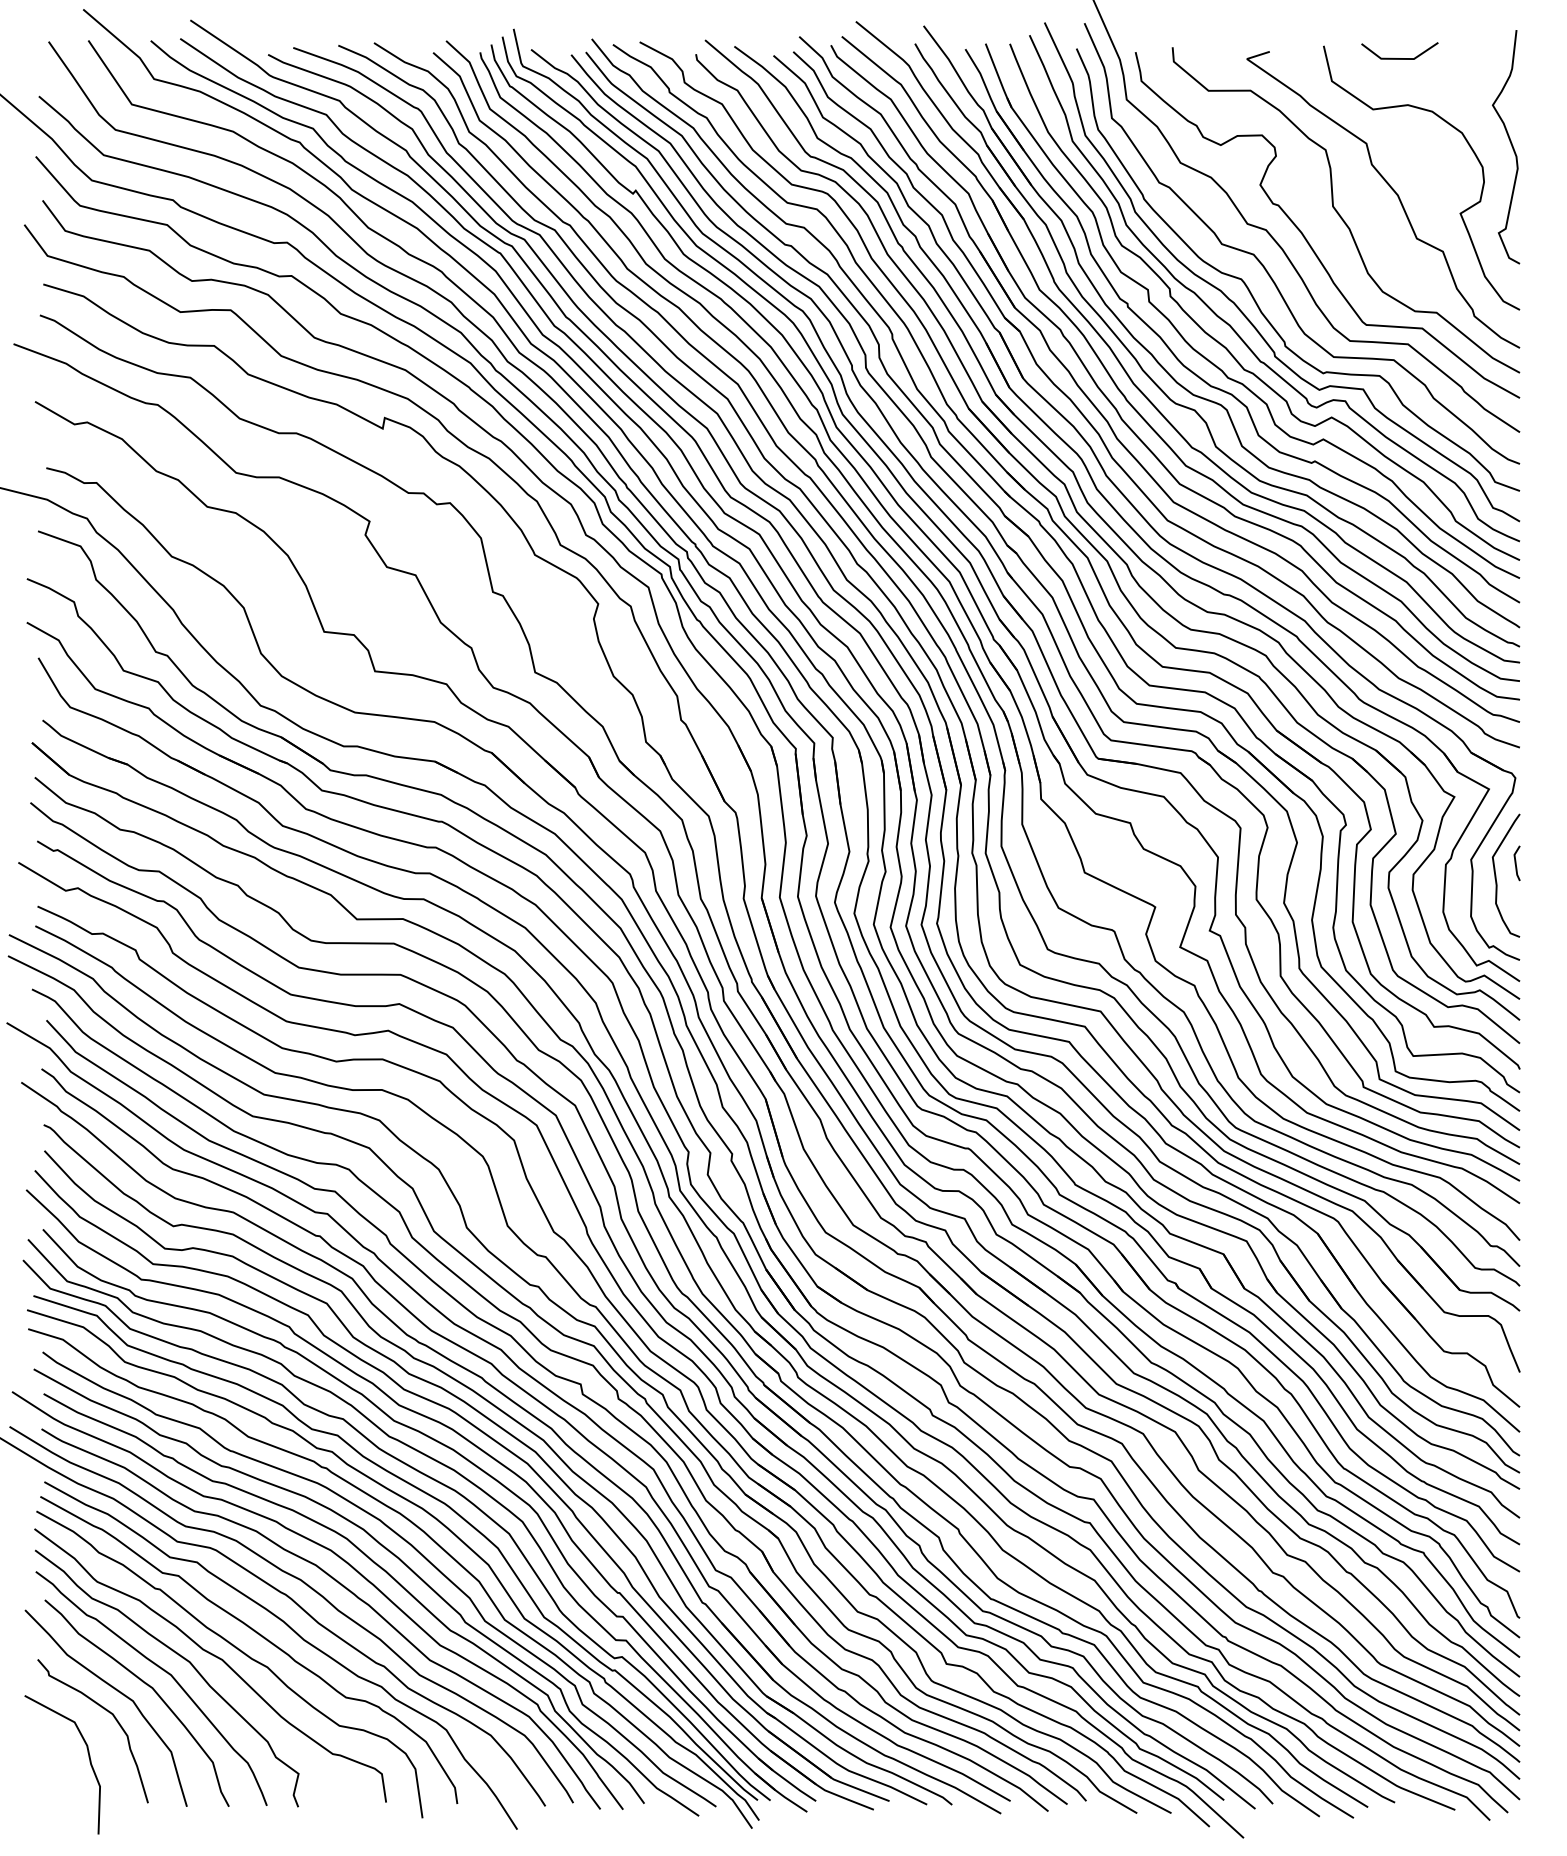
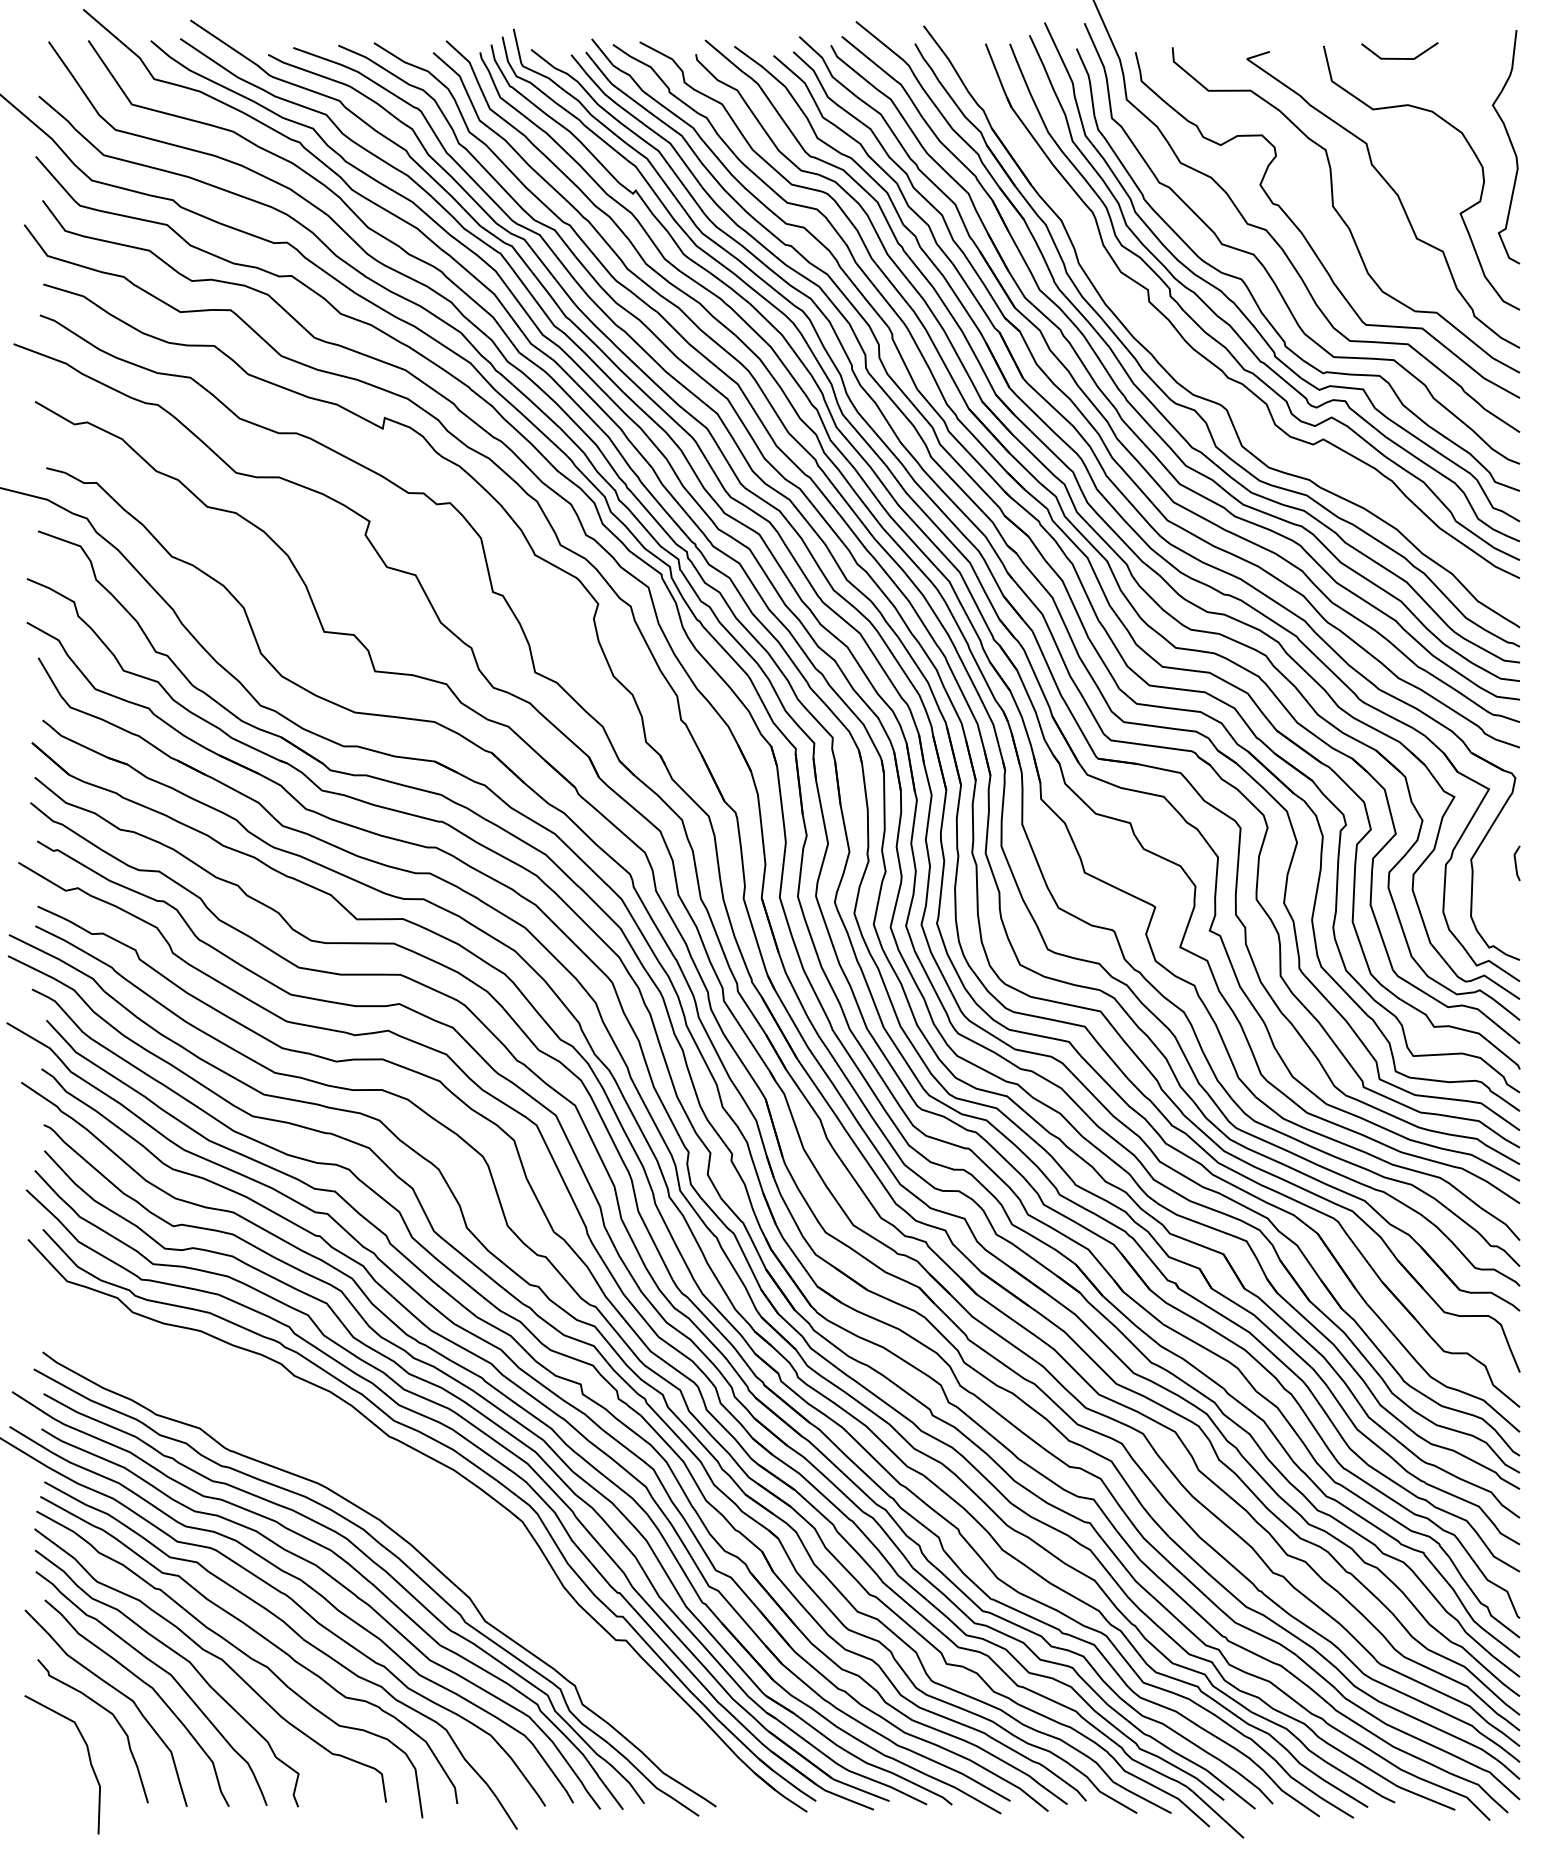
part at (1201, 377): present -> none
curve at (1496, 875): present -> none
part at (411, 1523): present -> none
